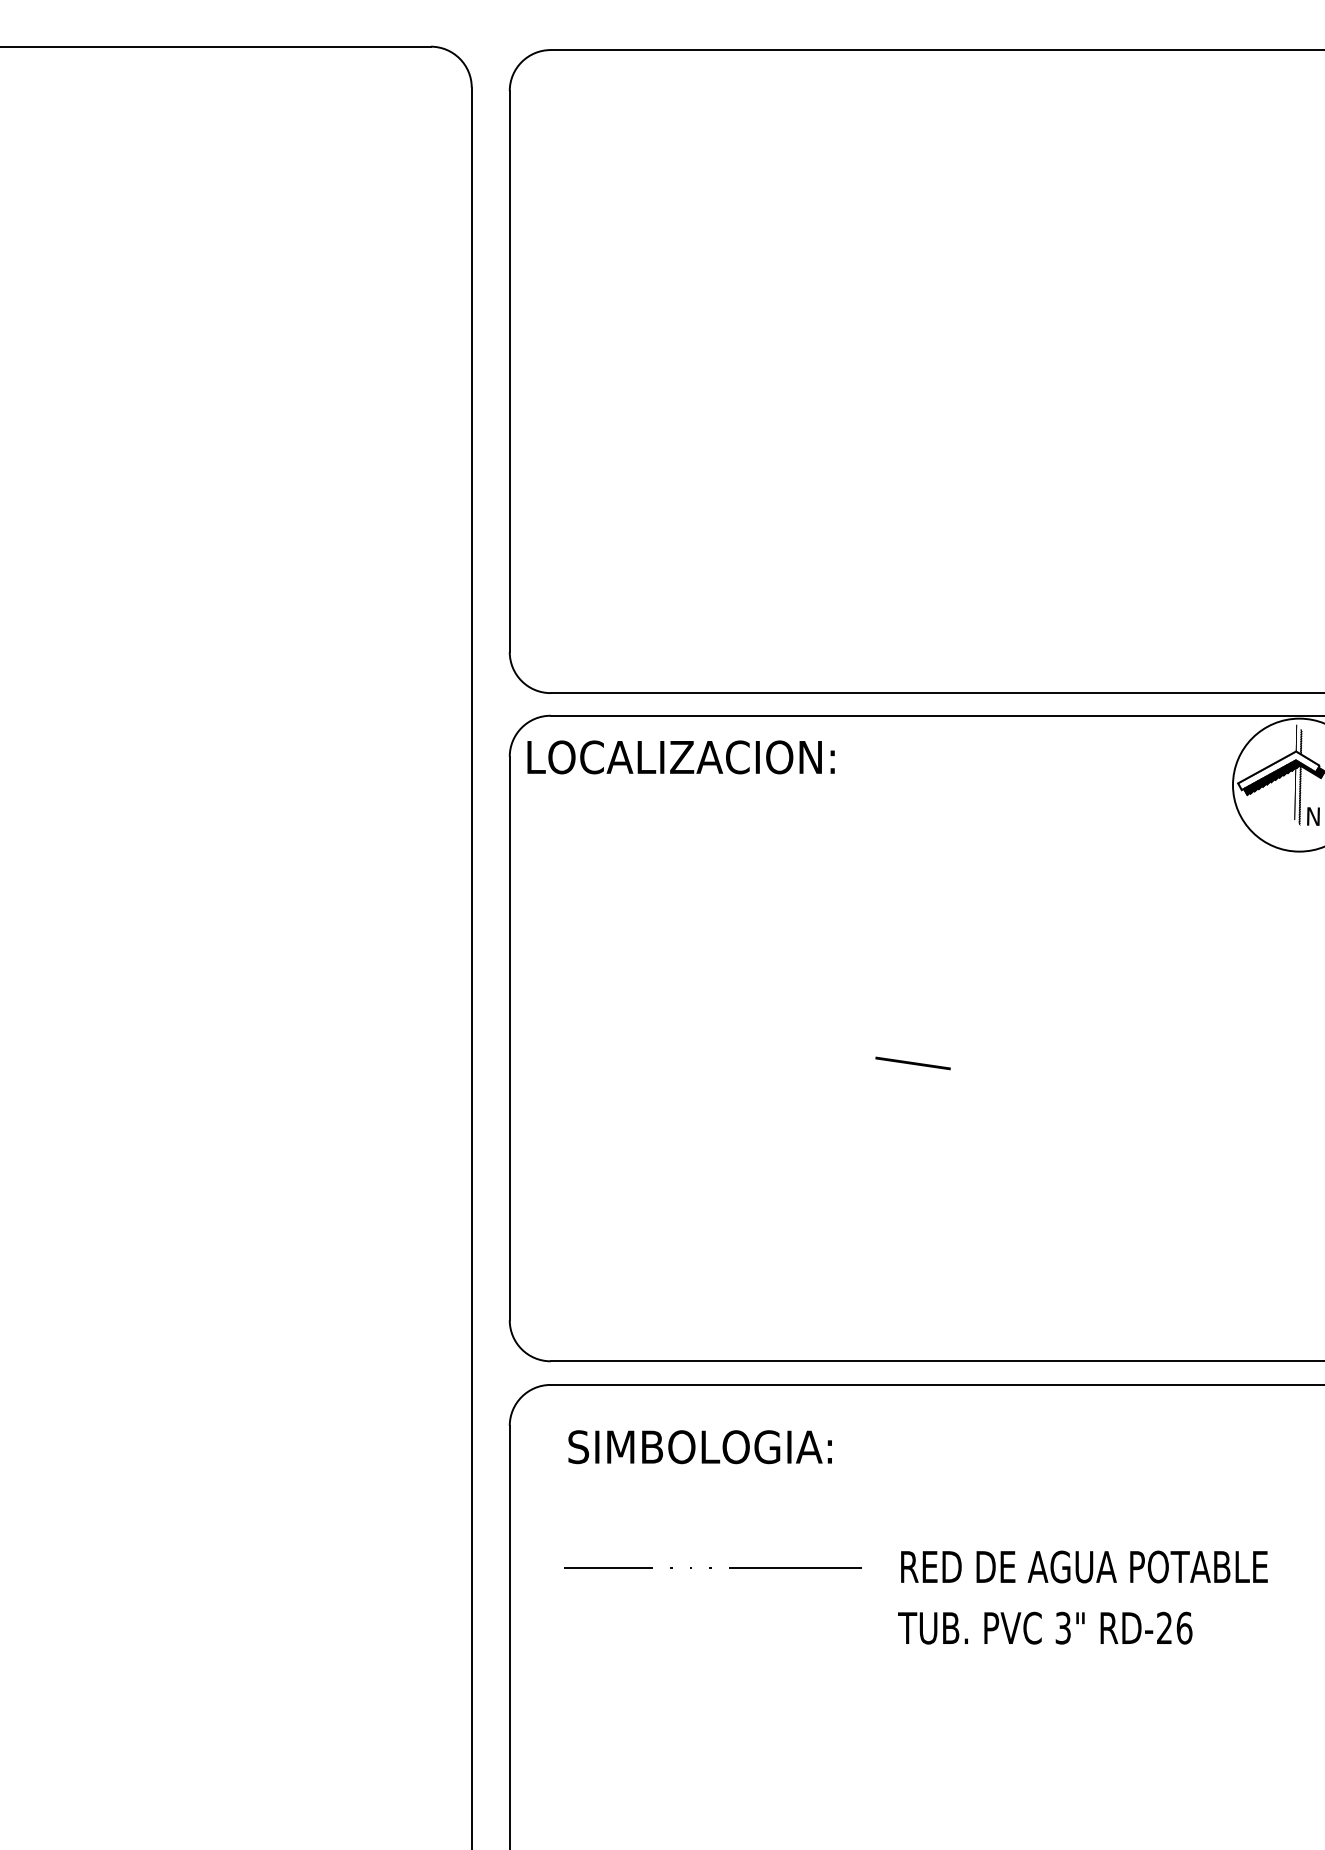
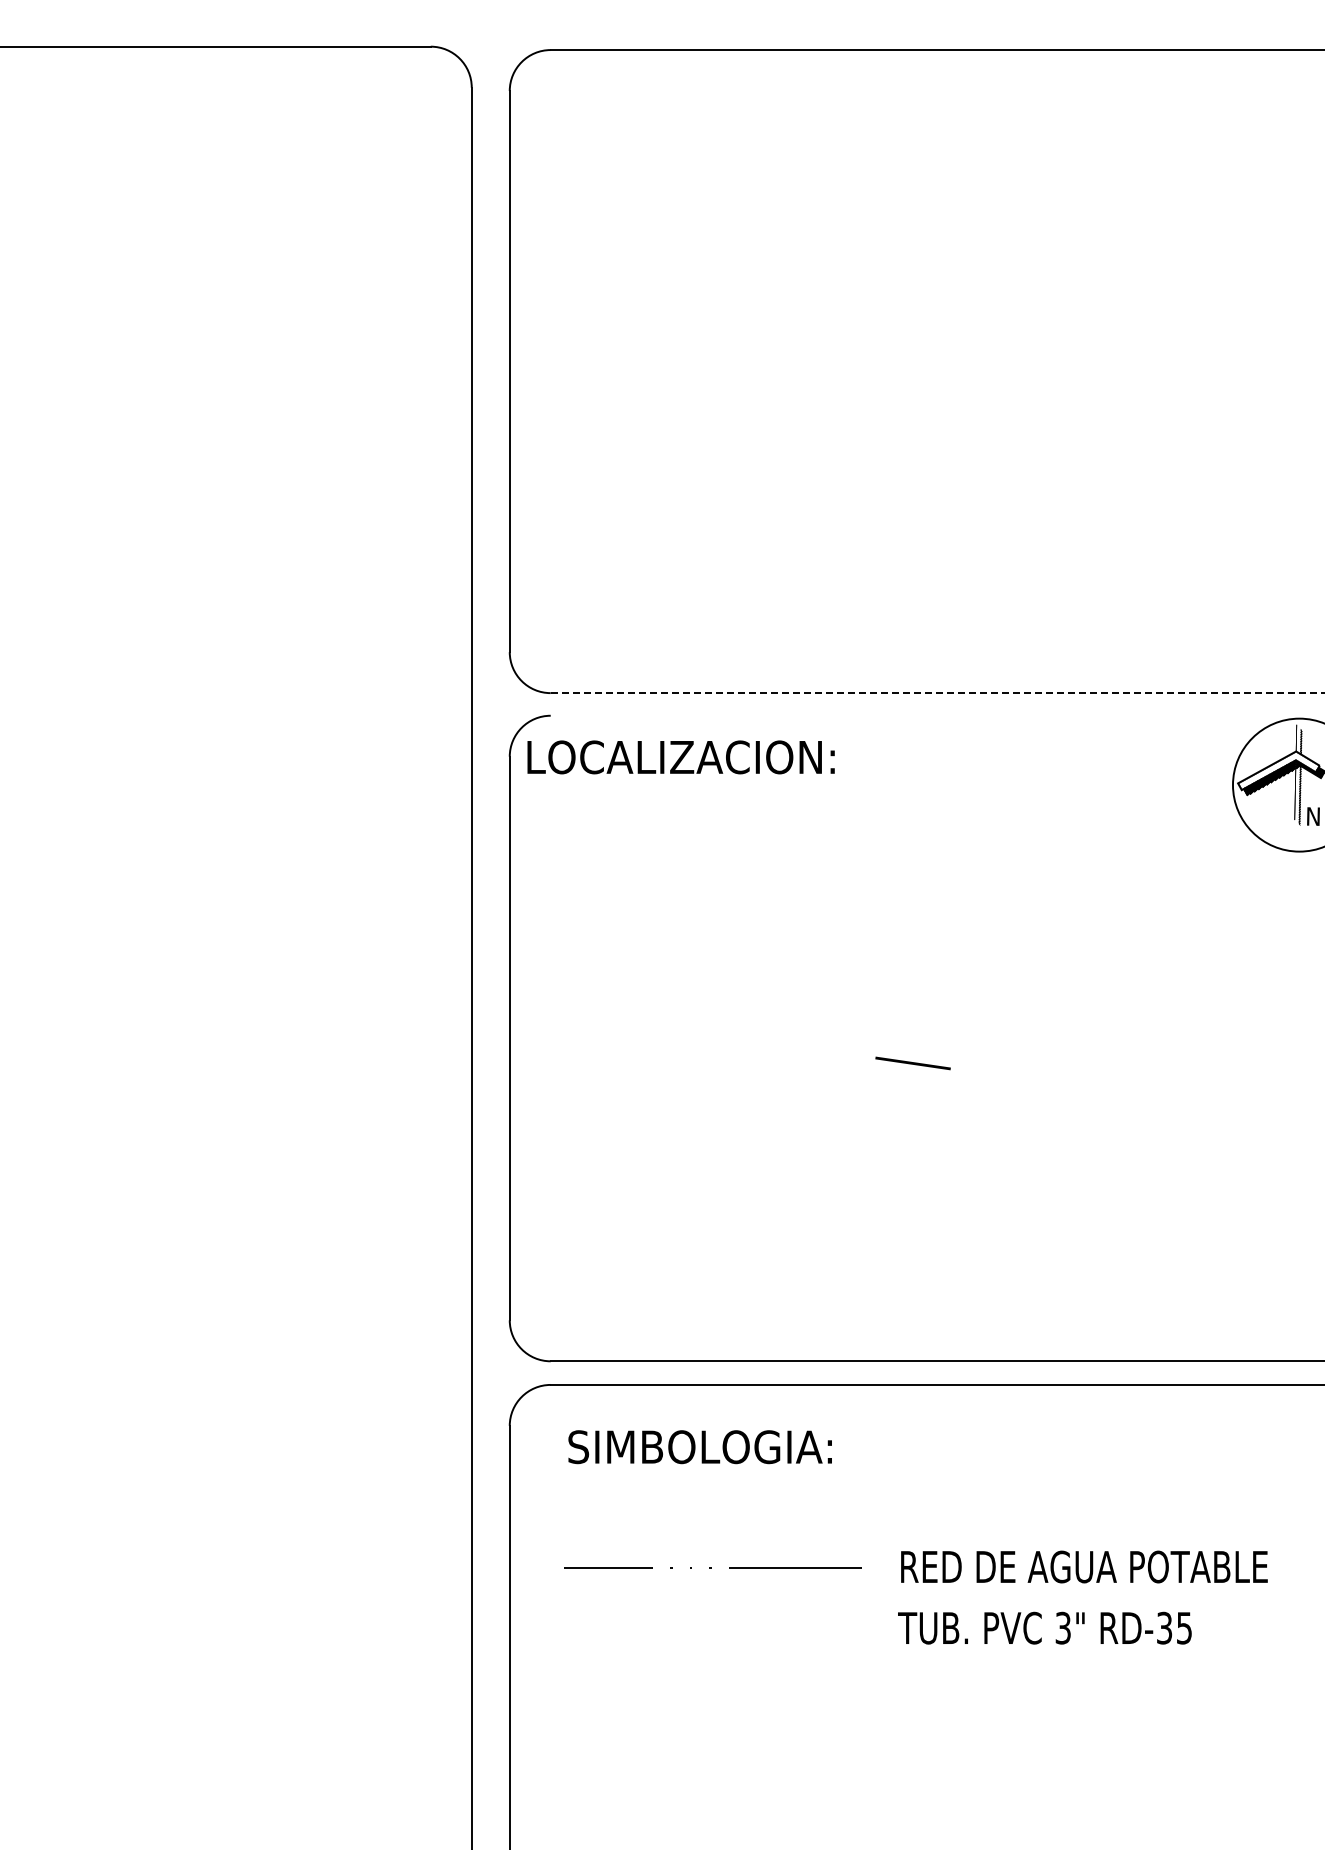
line at (937, 693): solid -> dashed
line at (935, 715): present -> none
text at (1174, 1627): RD-26 -> RD-35
